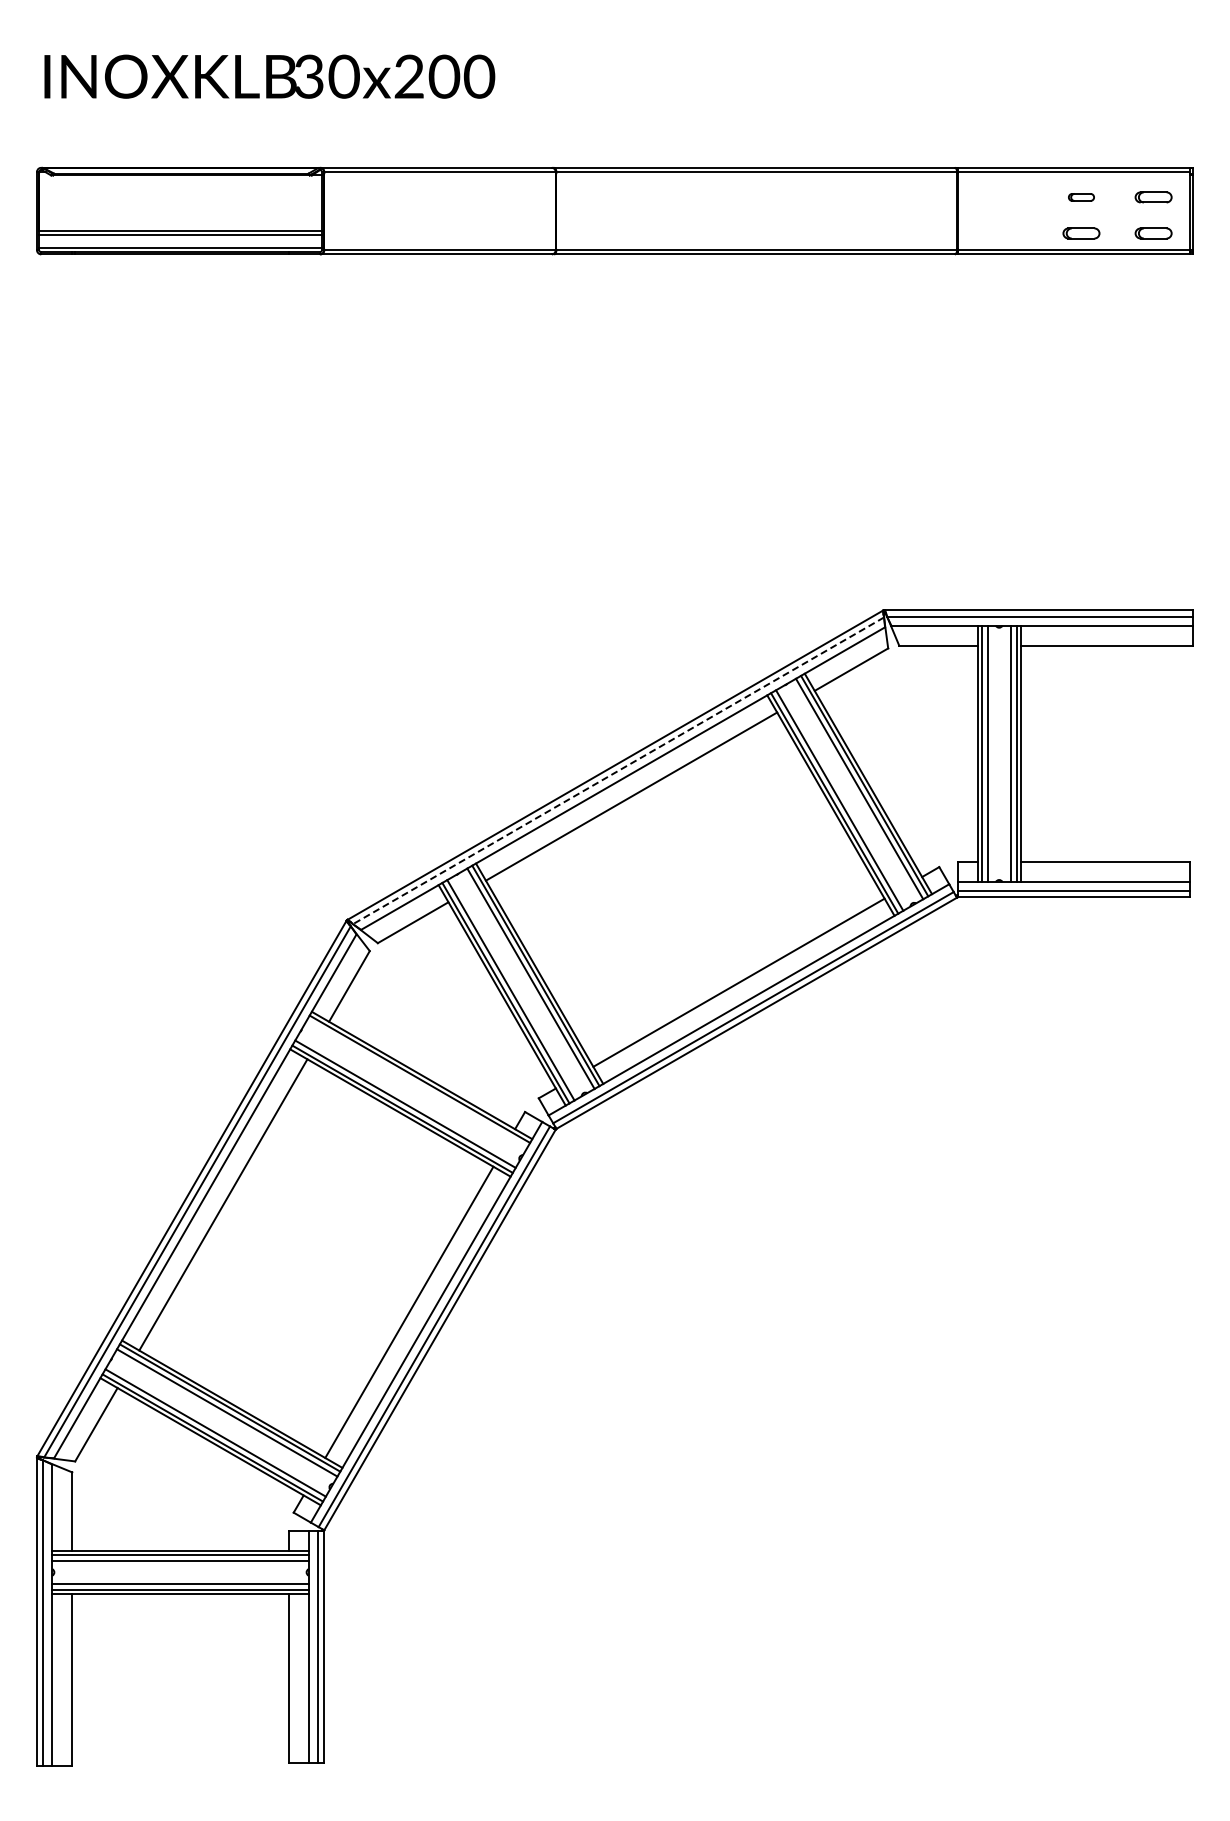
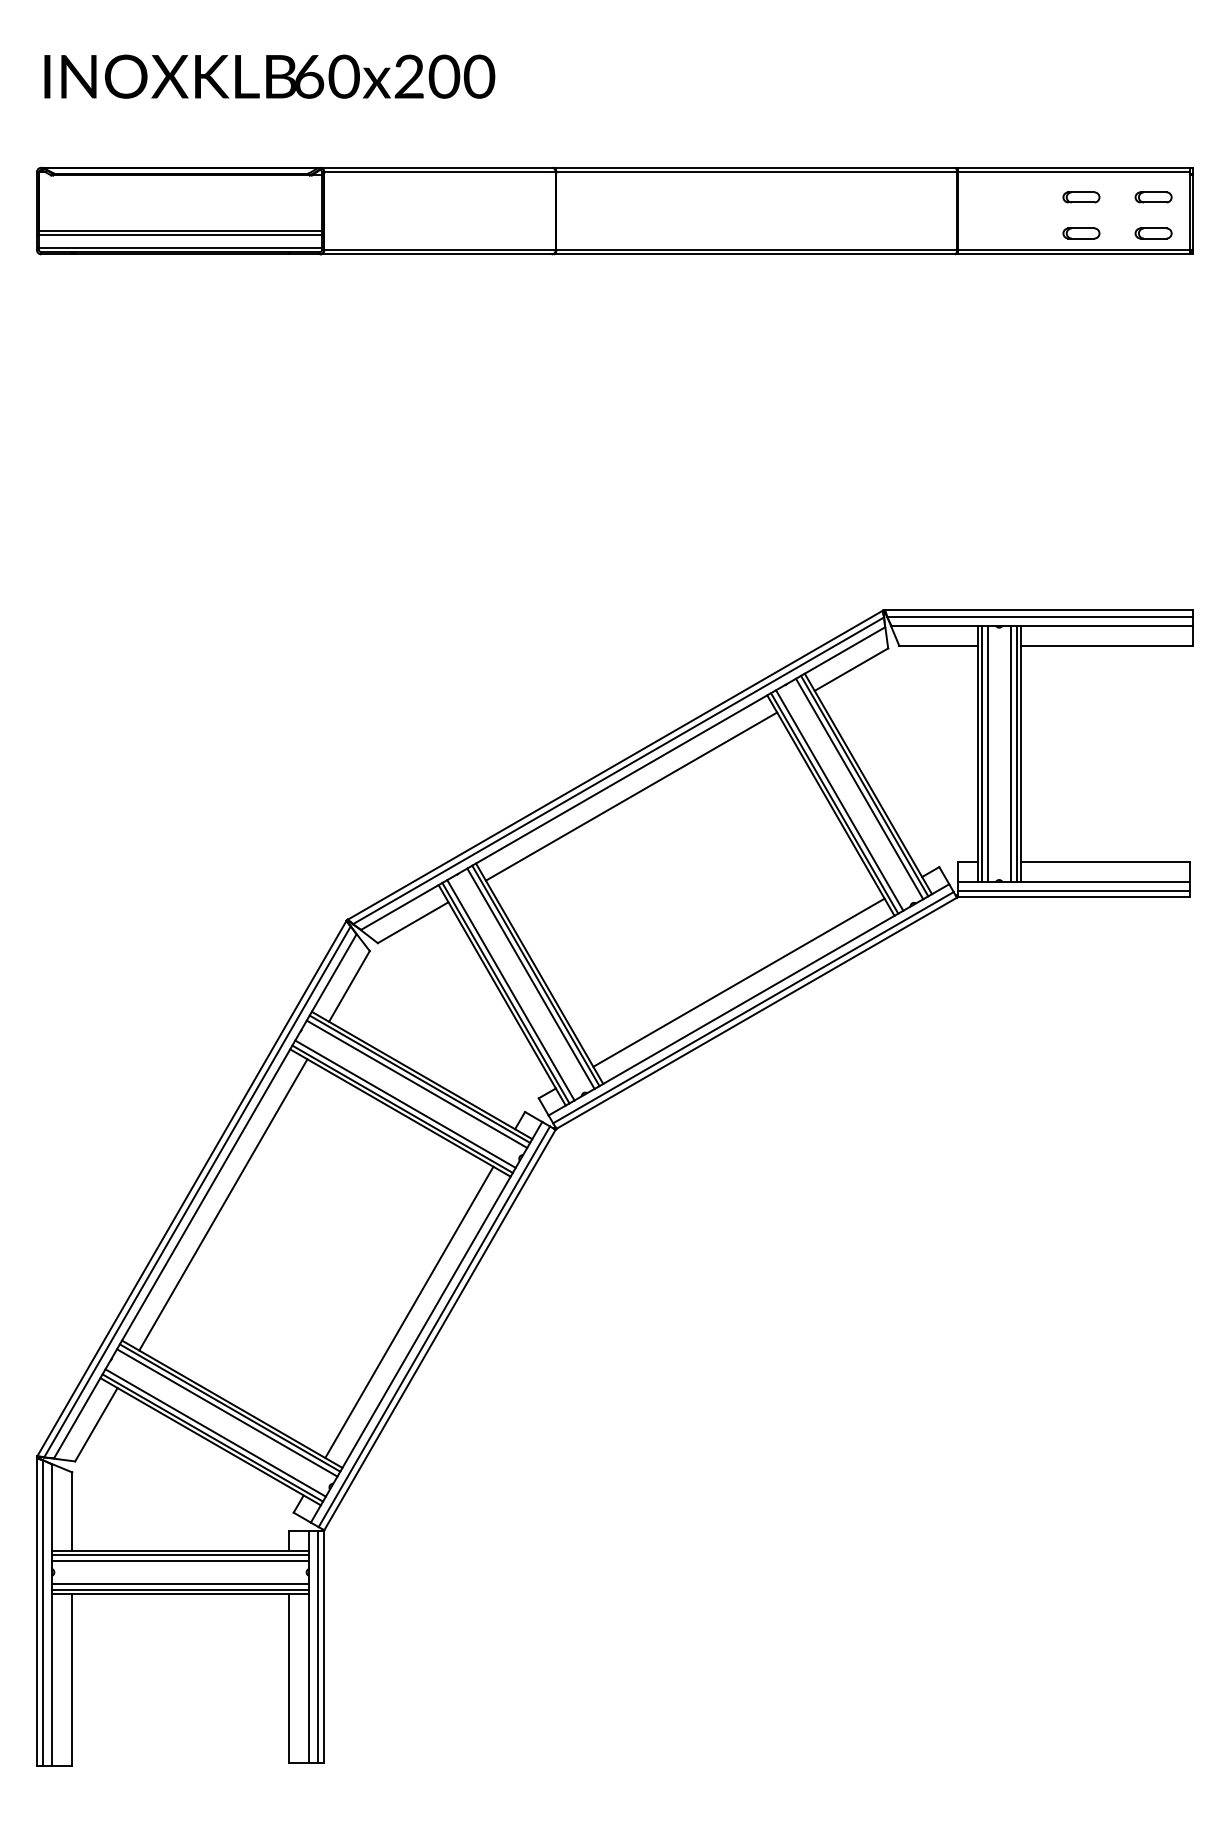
text at (309, 76): 30x200 -> 60x200
part at (1081, 197) size: 27x9 px -> 39x13 px
line at (618, 770): dashed -> solid
line at (416, 1083): none -> present
